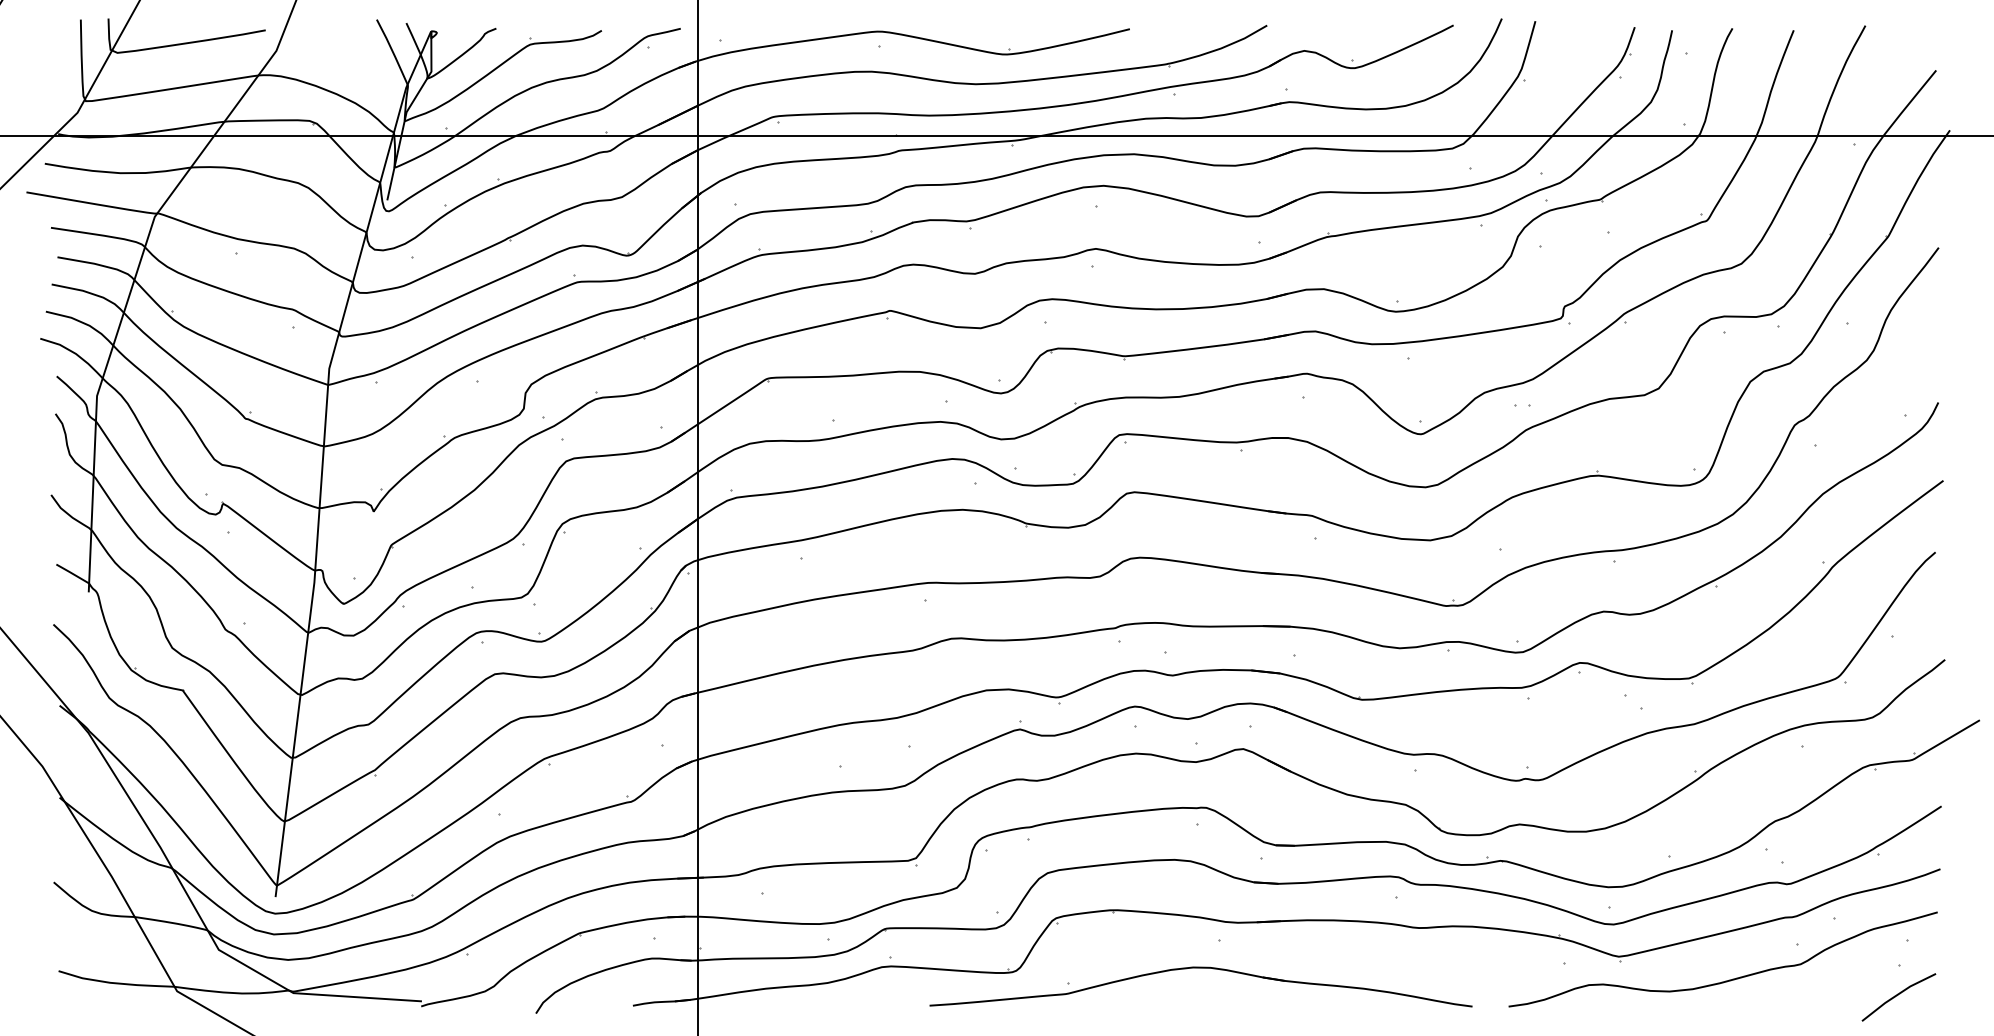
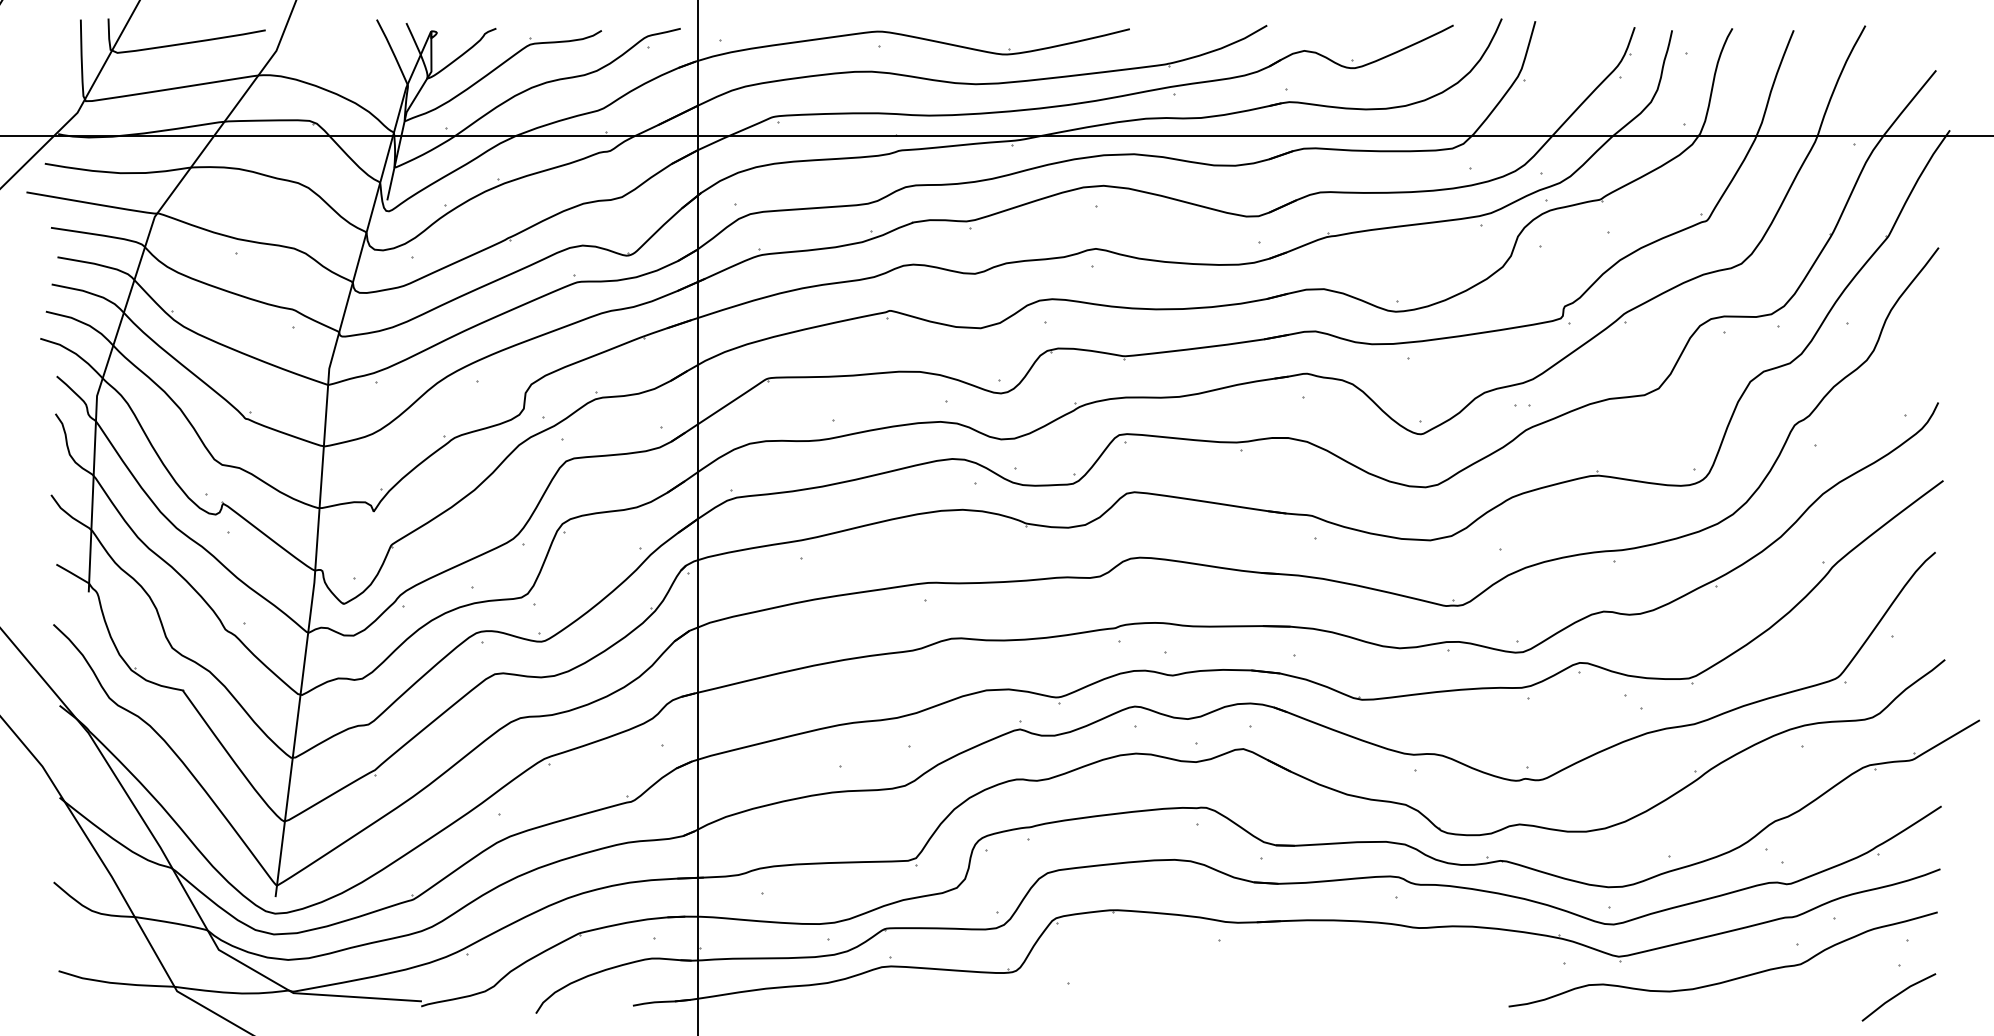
part at (1200, 968): present -> none
